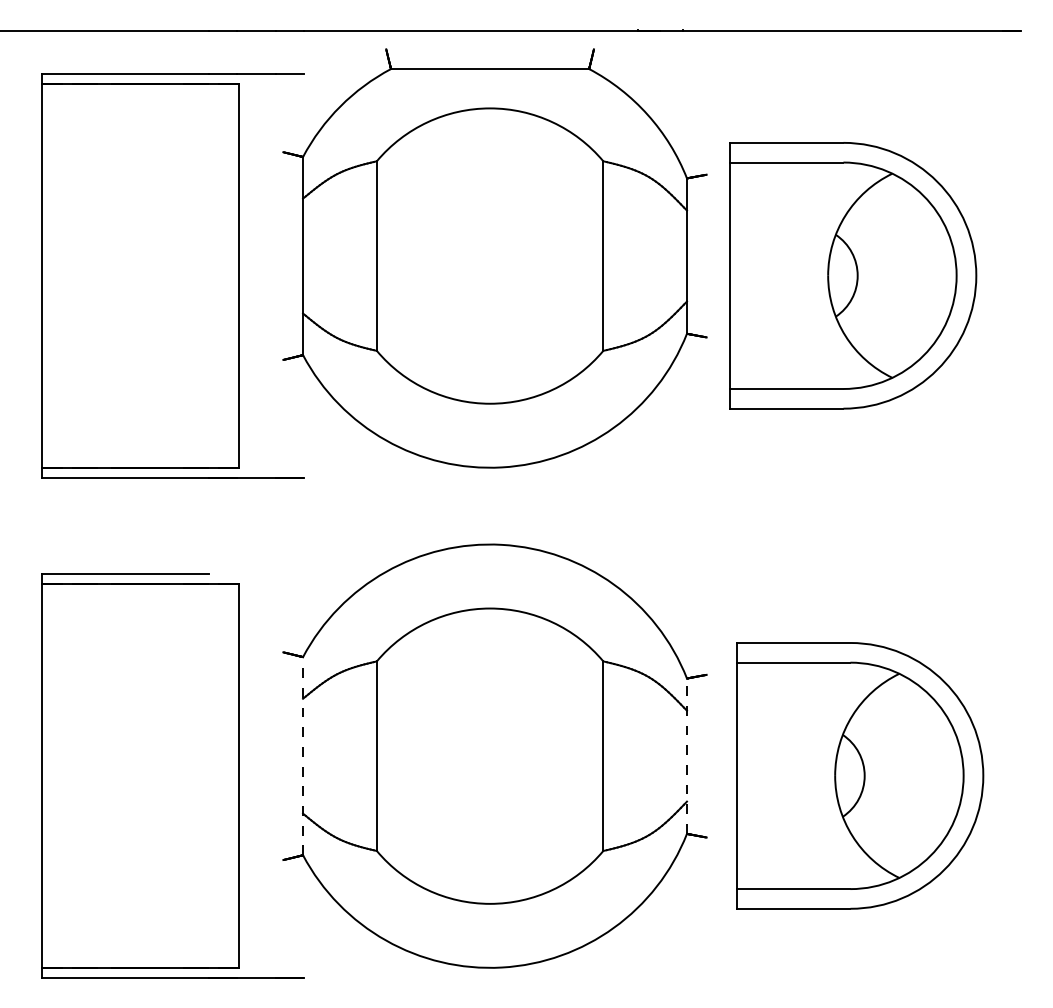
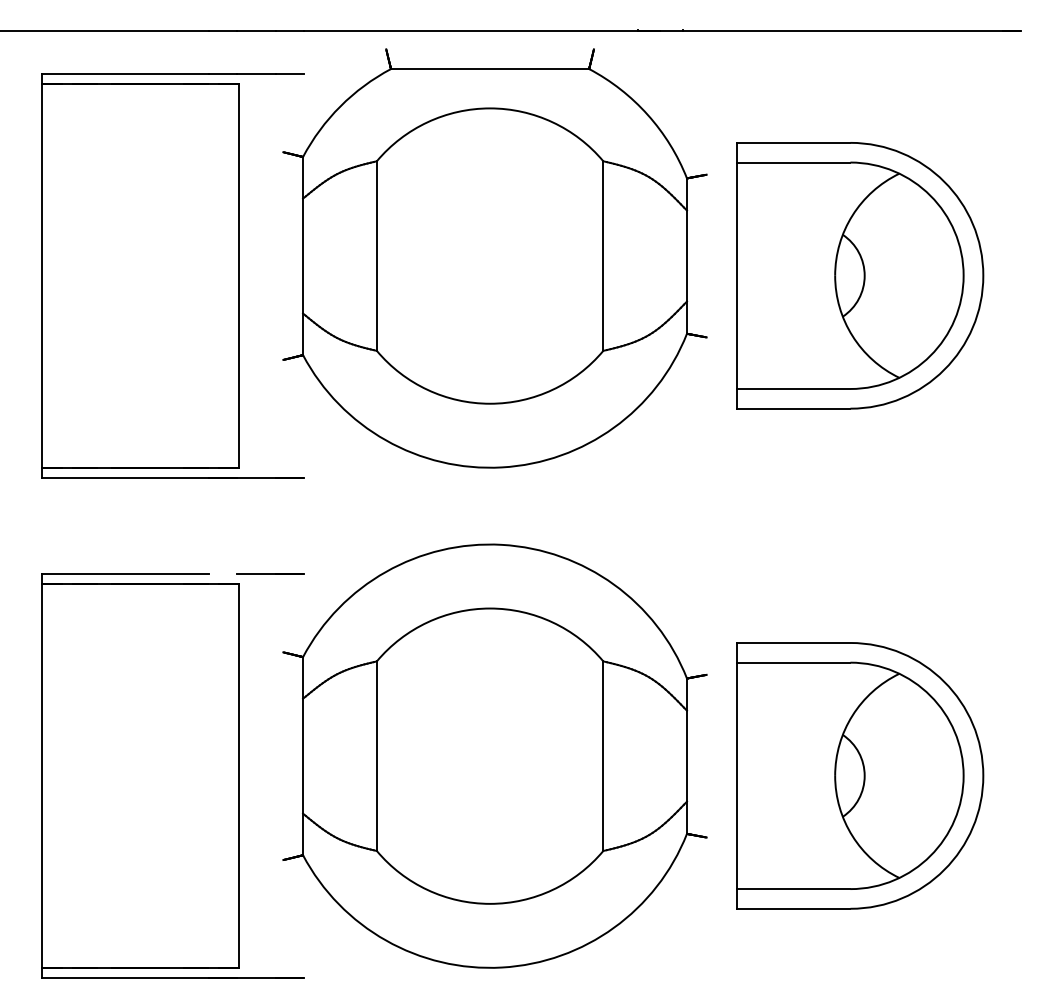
part at (853, 275) position: (853, 275) -> (860, 275)
line at (270, 573): none -> present
line at (303, 755): dashed -> solid
line at (687, 756): dashed -> solid
